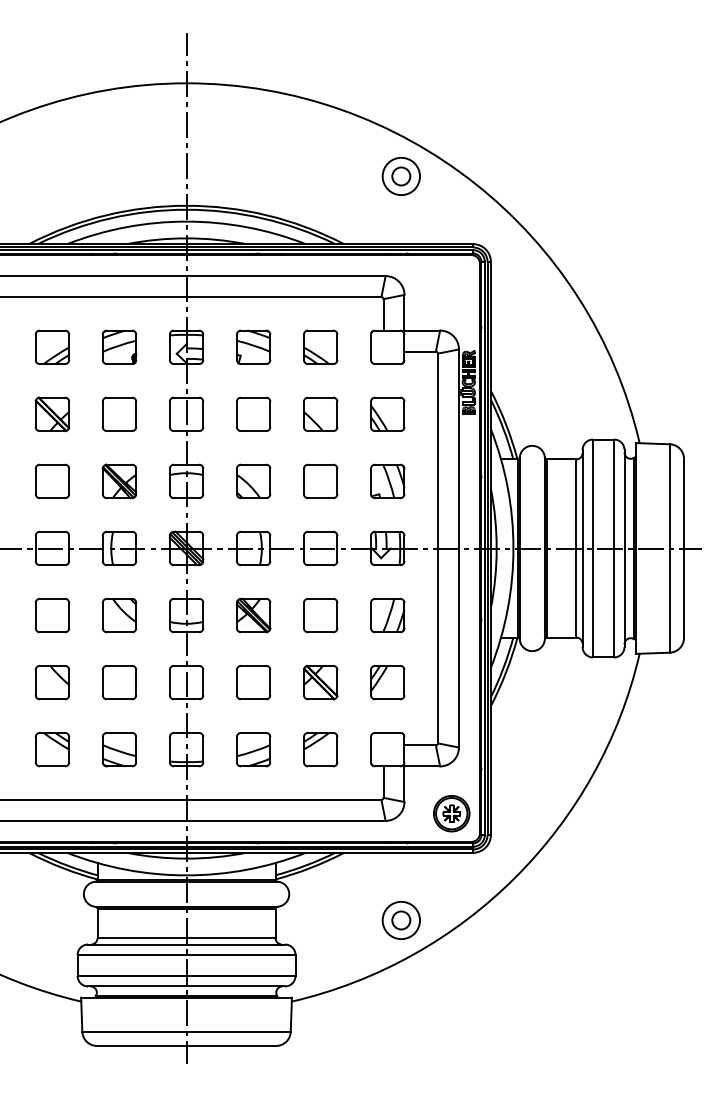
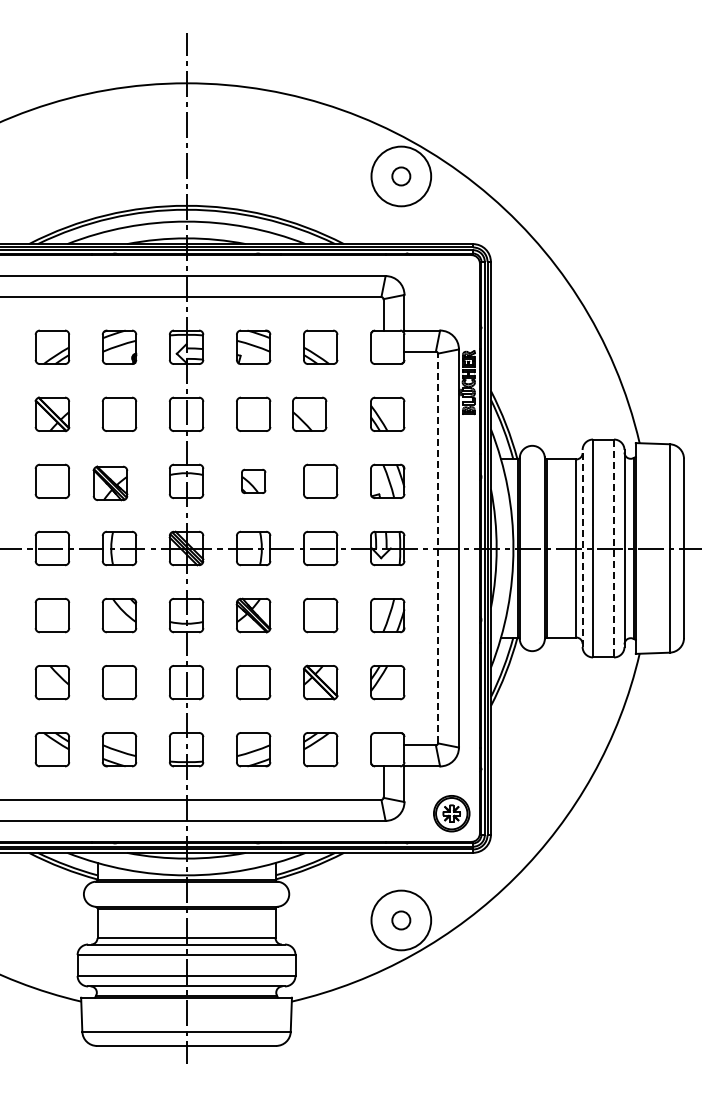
circle at (400, 176) diameter: 37 px -> 60 px
part at (320, 413) position: (320, 413) -> (309, 413)
part at (119, 481) position: (119, 481) -> (110, 483)
part at (253, 481) size: 36x37 px -> 26x26 px
line at (438, 548): solid -> dashed
line at (582, 548): solid -> dashed
line at (614, 548): solid -> dashed
circle at (400, 920) diameter: 37 px -> 60 px
